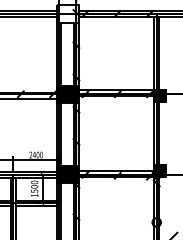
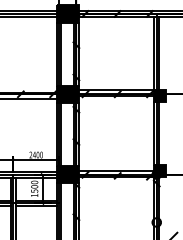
fill at (67, 13): none -> present
